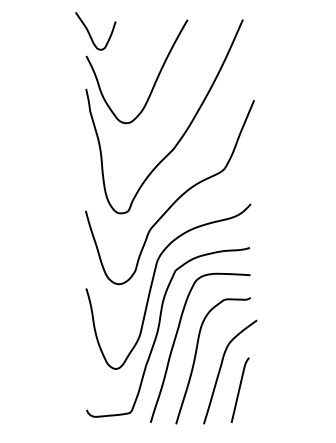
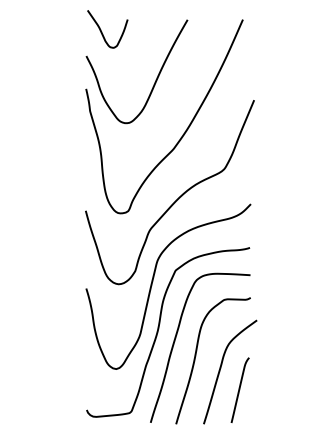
curve at (90, 33) position: (90, 33) -> (102, 31)
